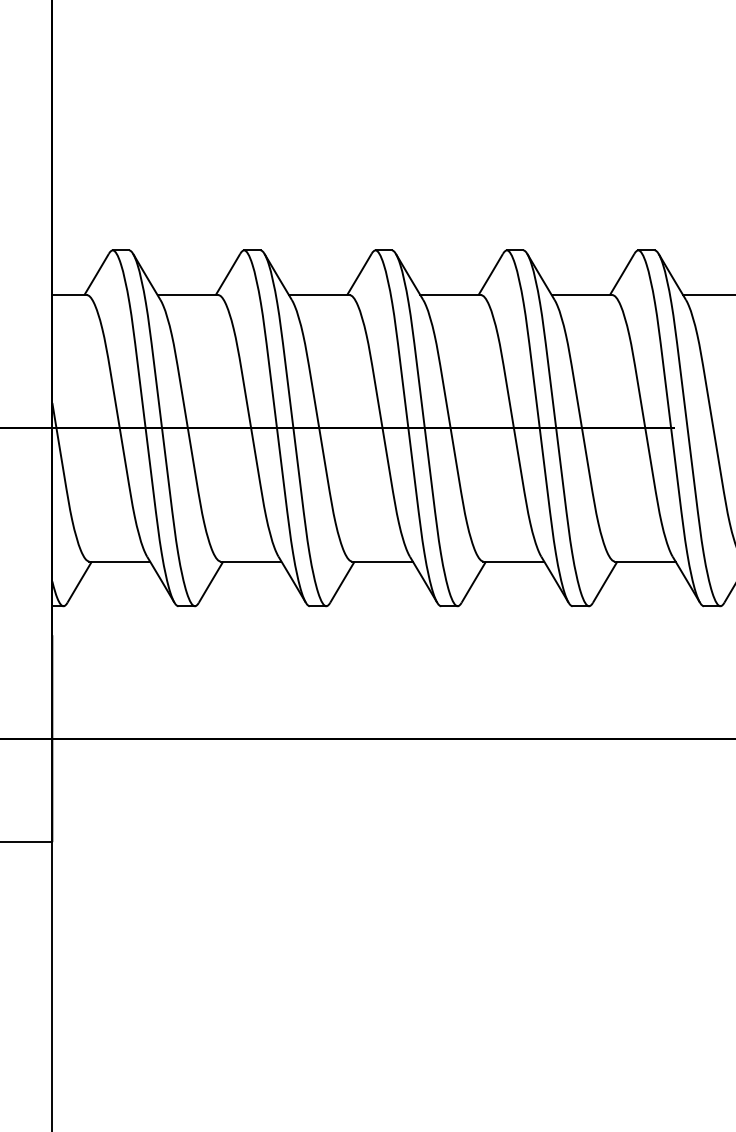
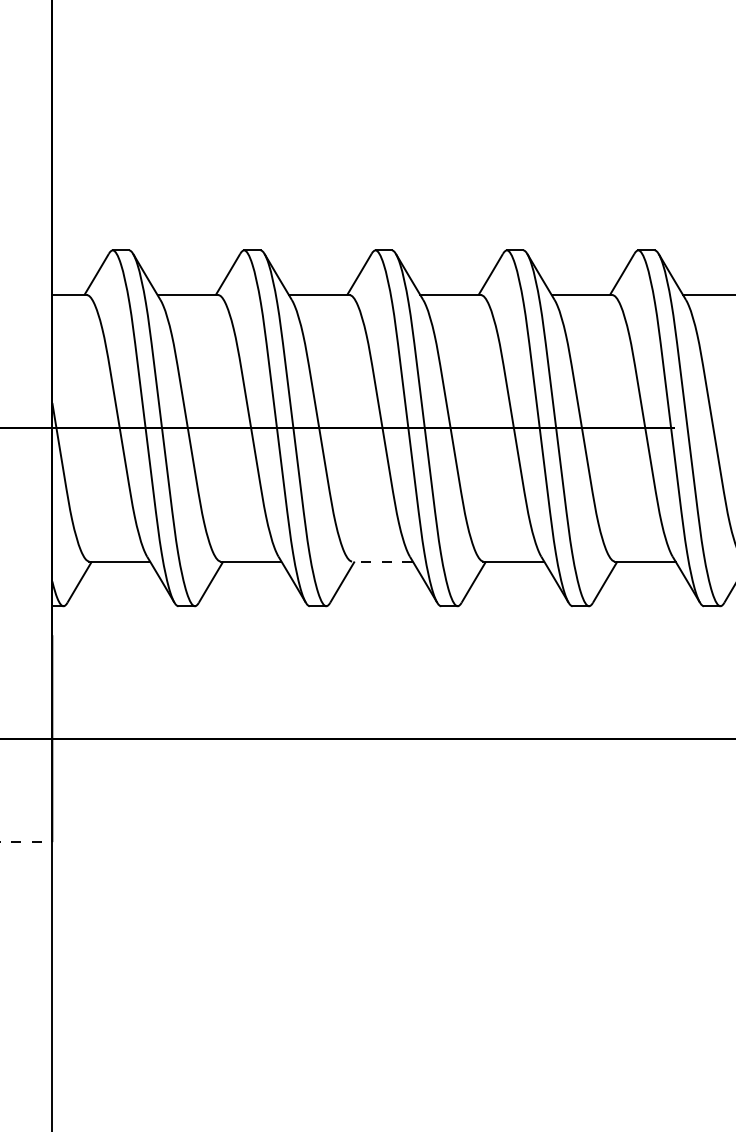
line at (381, 561): solid -> dashed
line at (26, 842): solid -> dashed
